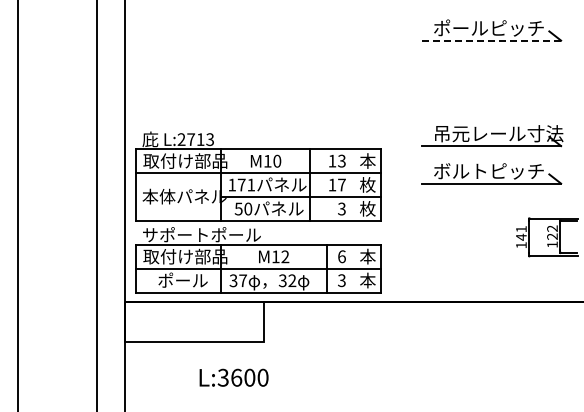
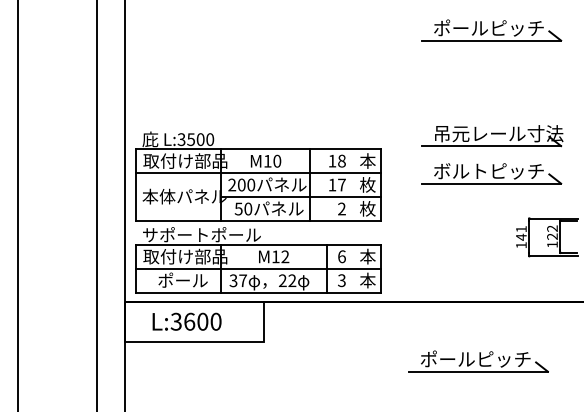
line at (491, 40): dashed -> solid
text at (195, 139): L:2713 -> L:3500
text at (341, 160): 13 -> 18
text at (241, 184): 171 -> 200
text at (341, 209): 3 -> 2
text at (282, 281): 32 -> 22
part at (478, 361): none -> present
text at (233, 377) position: (233, 377) -> (186, 321)
